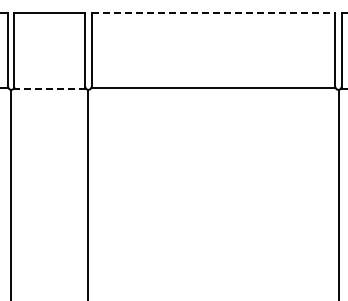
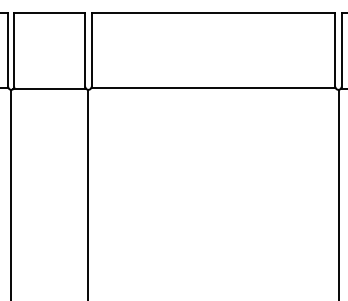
line at (213, 12): dashed -> solid
line at (49, 89): dashed -> solid
